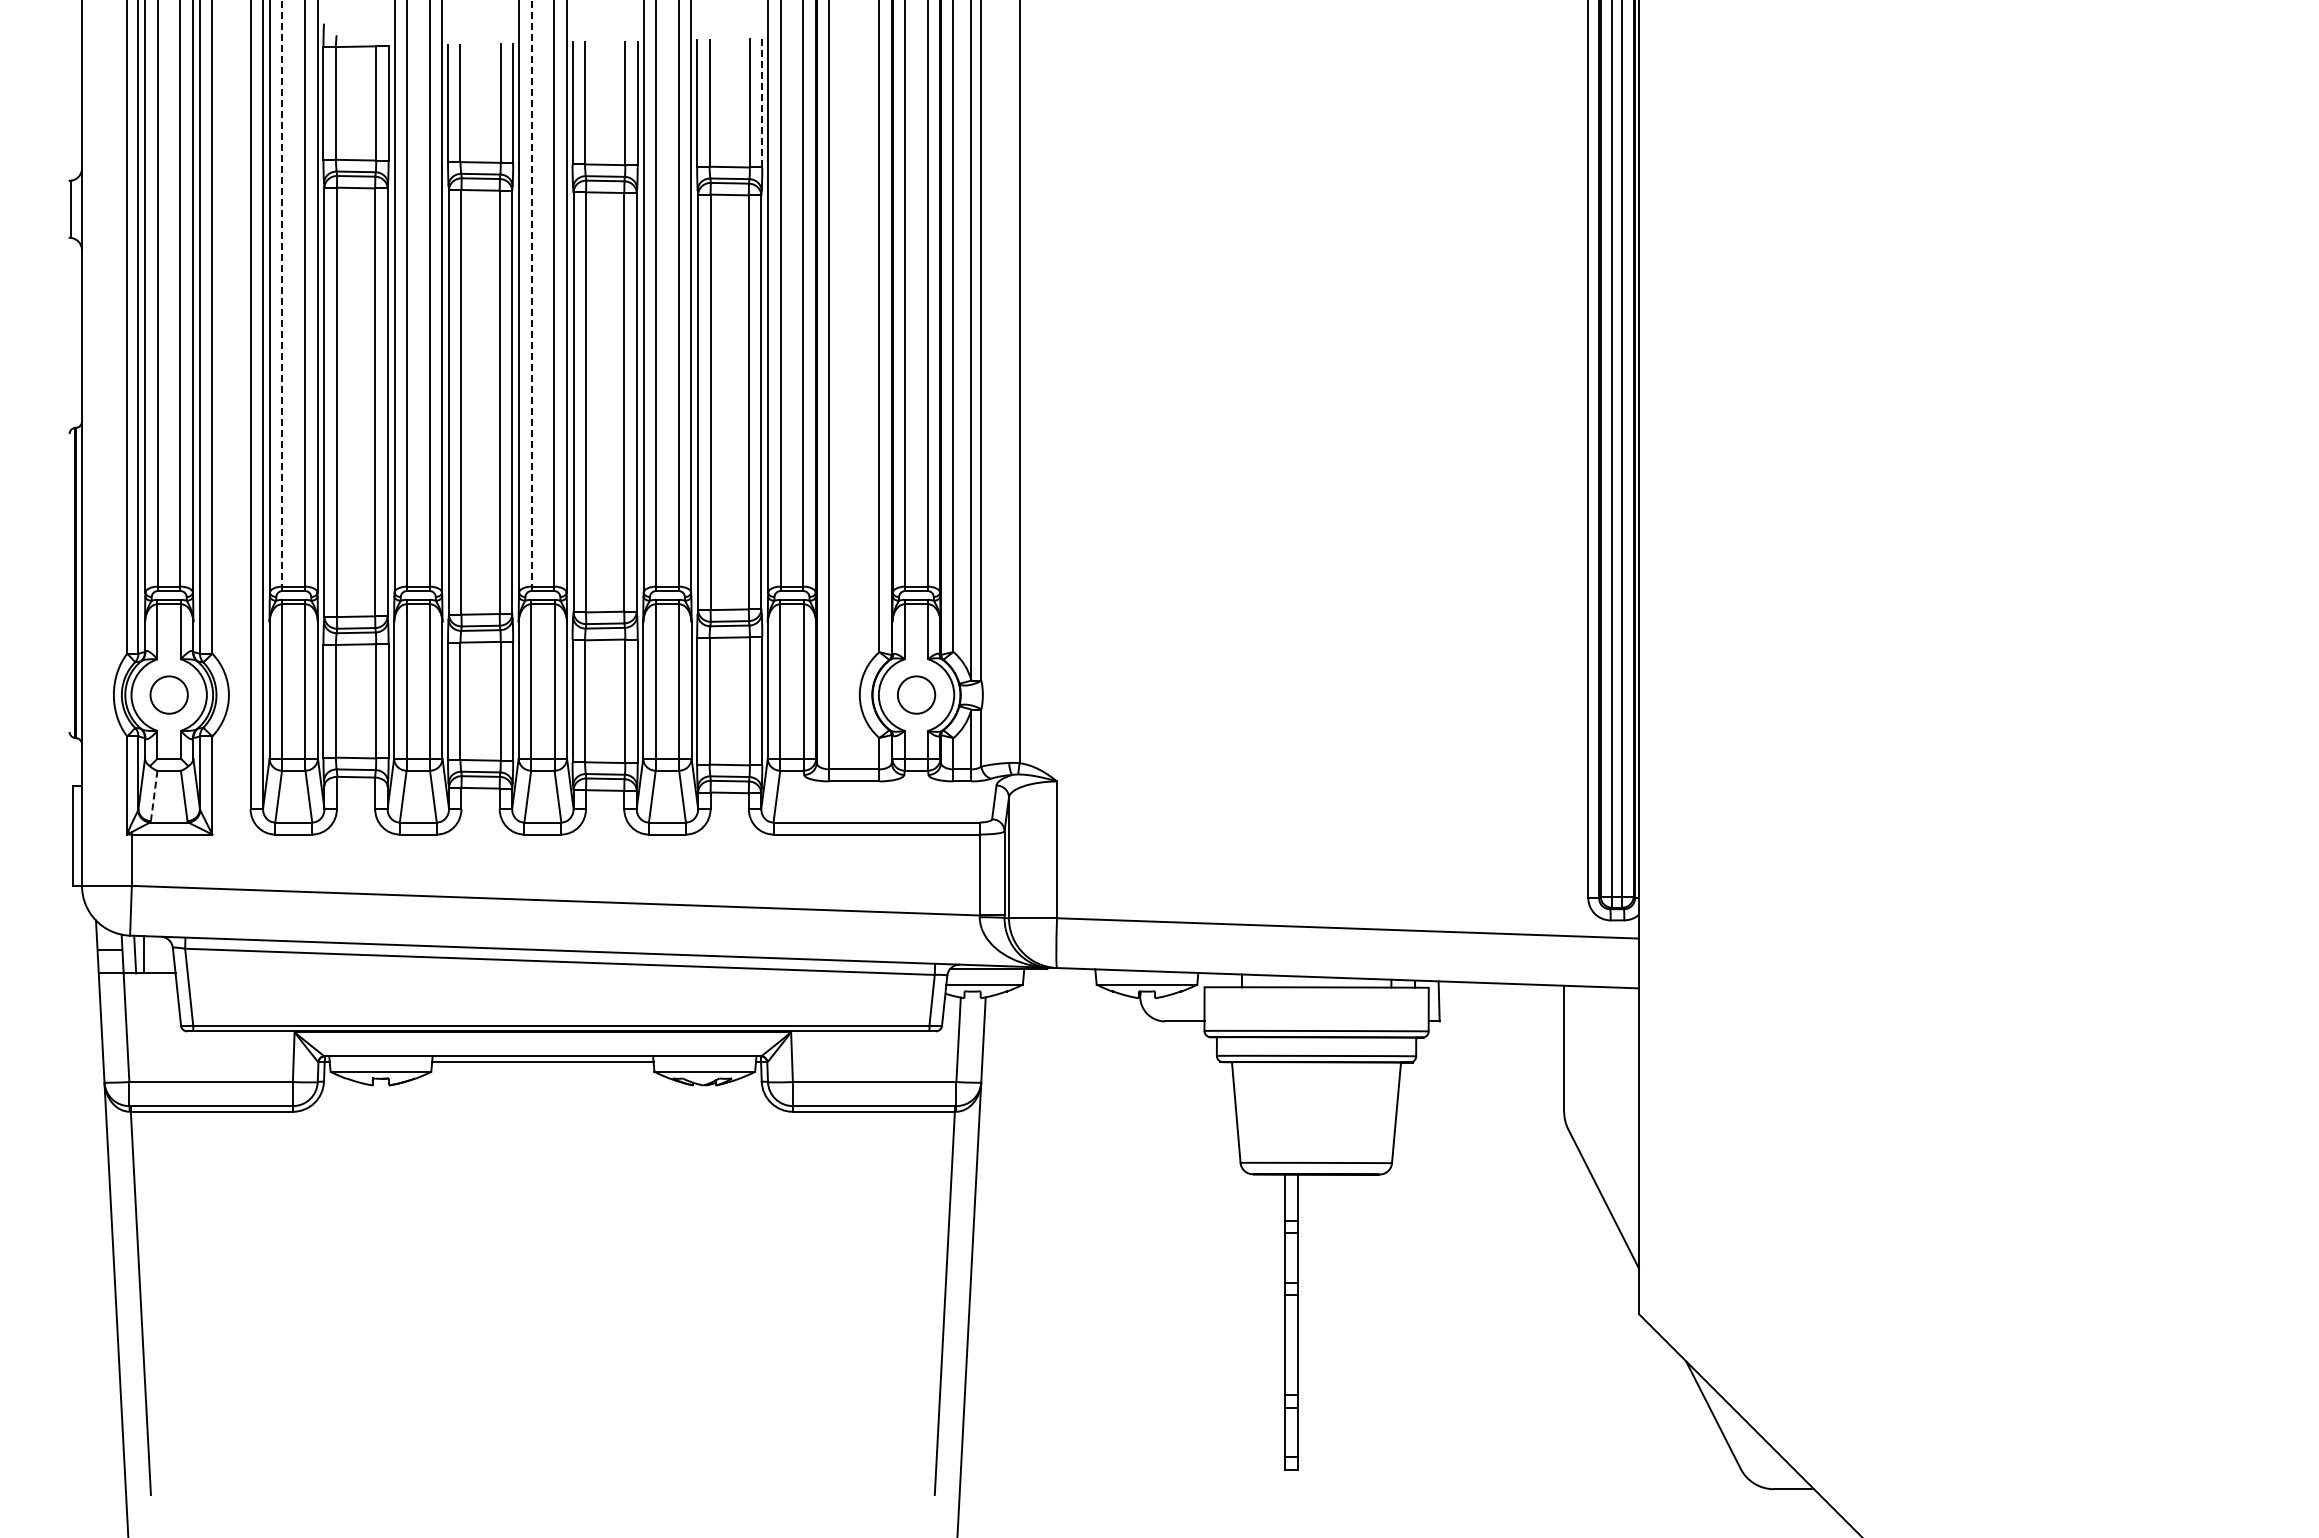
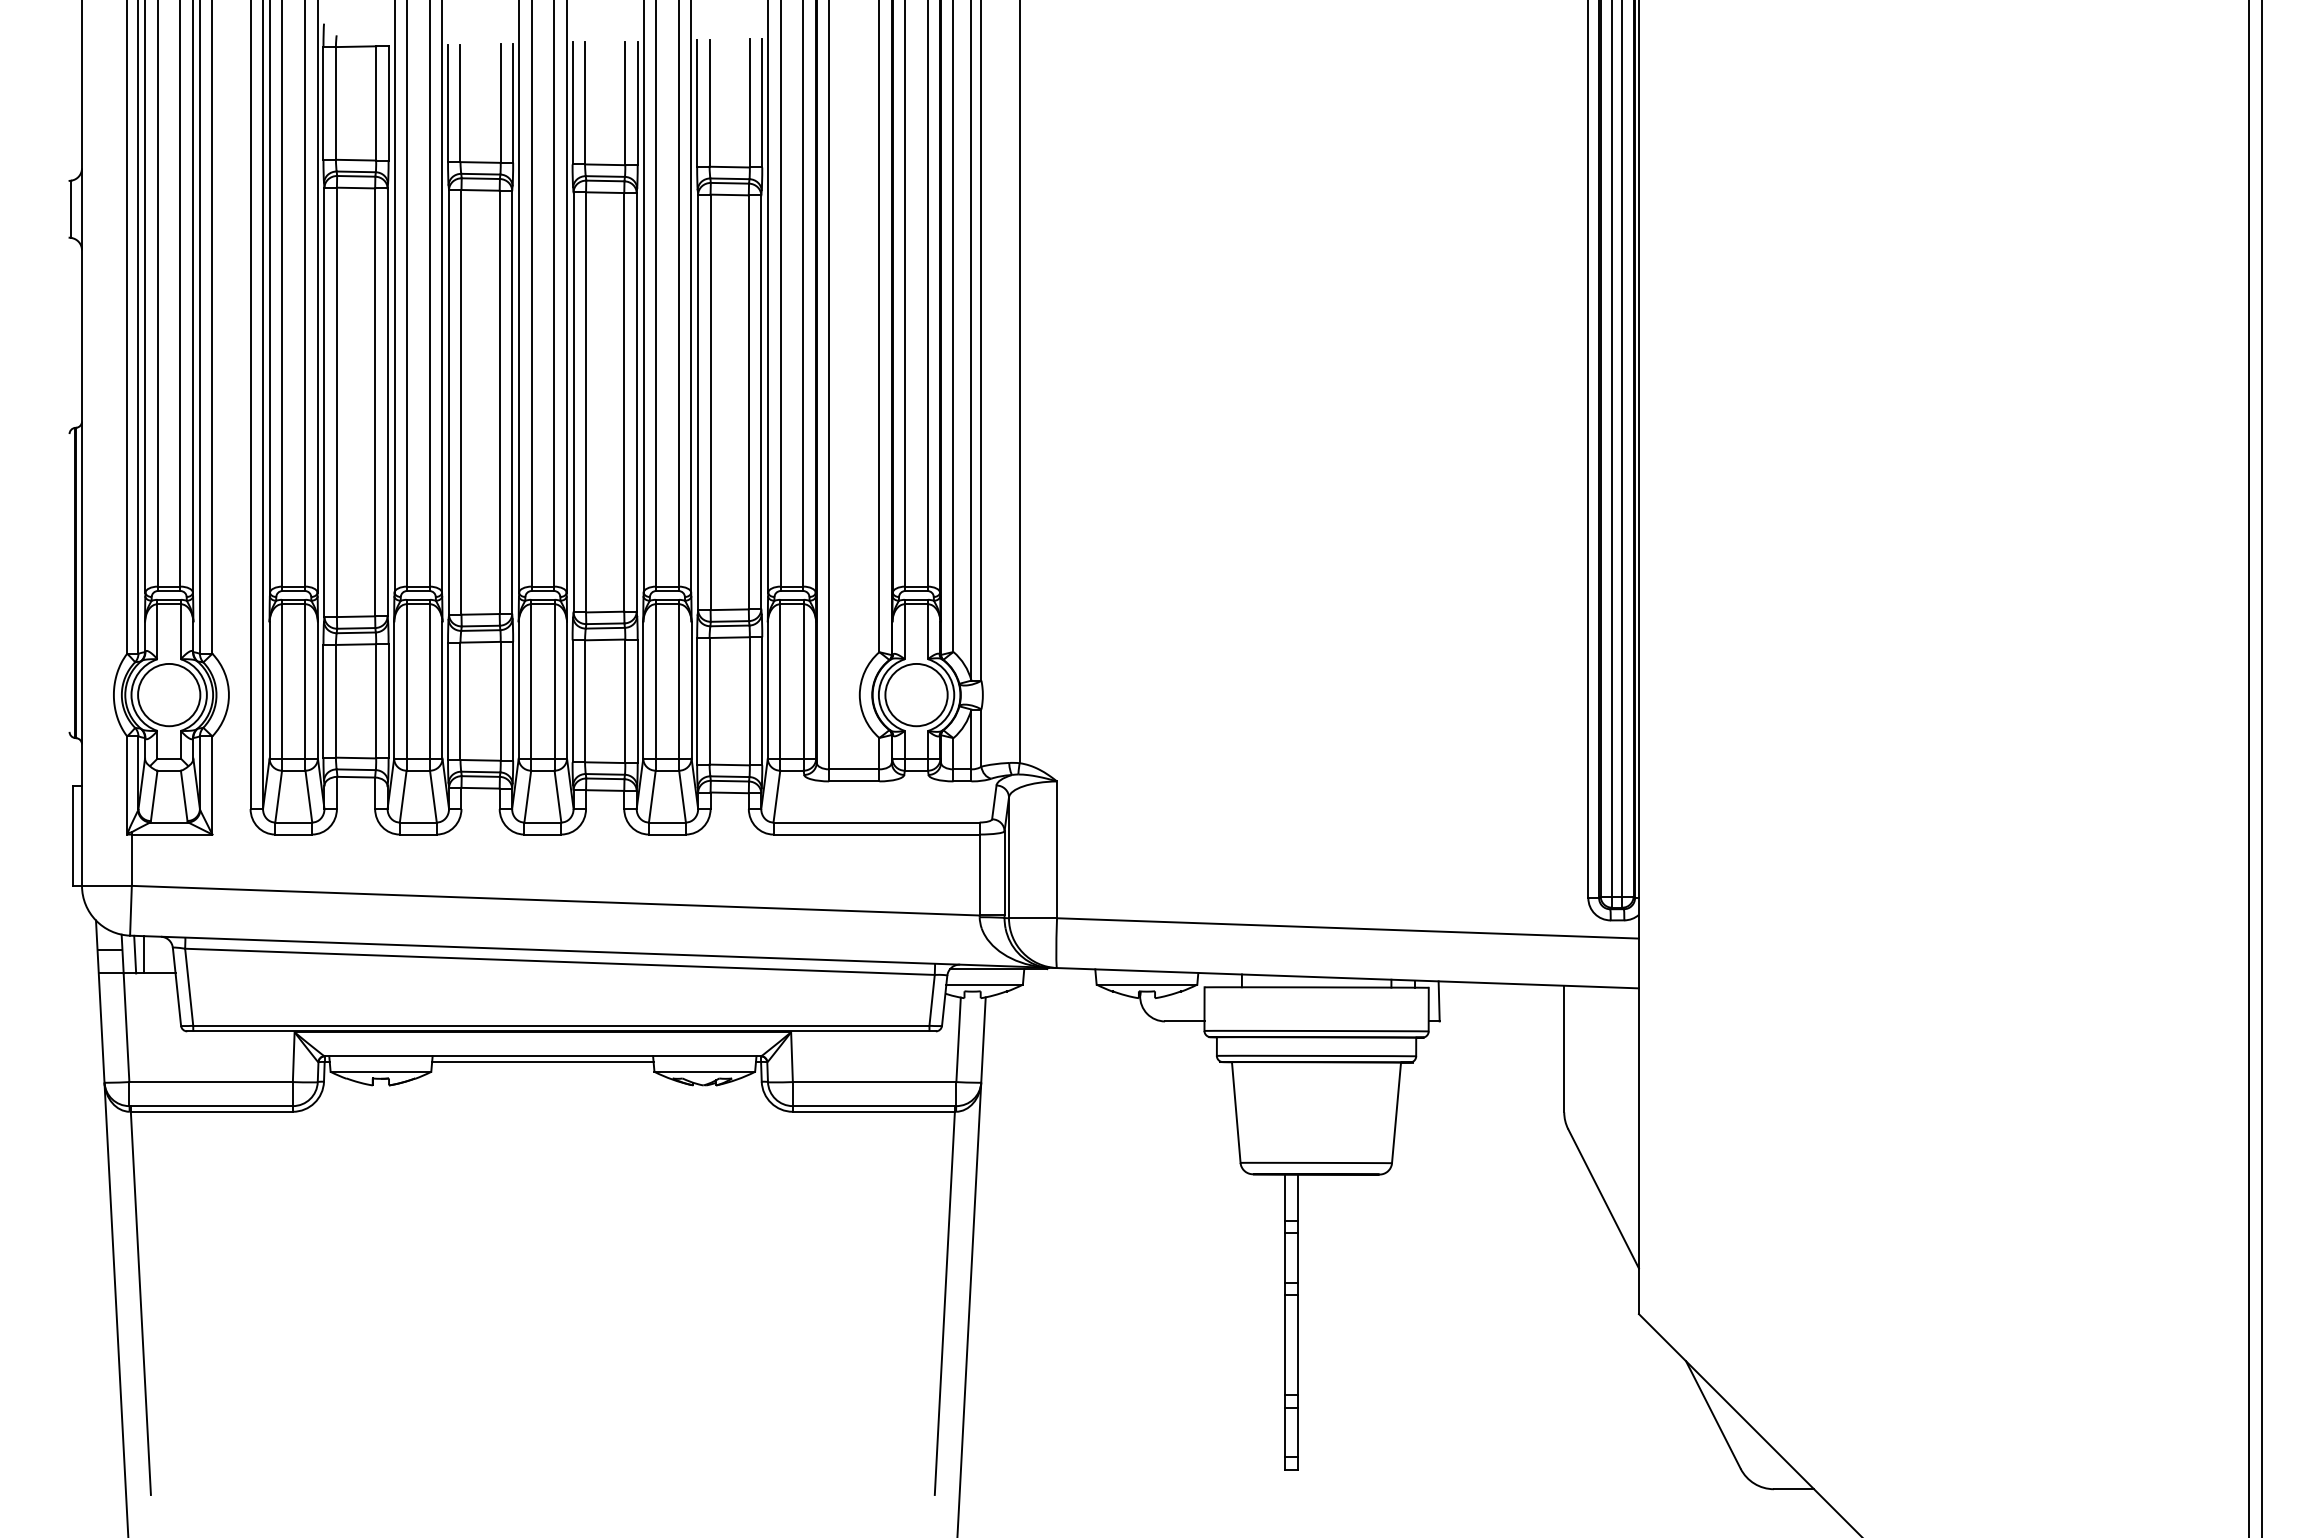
line at (762, 103): dashed -> solid
line at (282, 295): dashed -> solid
line at (531, 295): dashed -> solid
circle at (168, 694) diameter: 37 px -> 62 px
circle at (916, 694) diameter: 37 px -> 62 px
line at (2249, 768): none -> present
line at (2261, 768): none -> present
line at (154, 796): dashed -> solid
